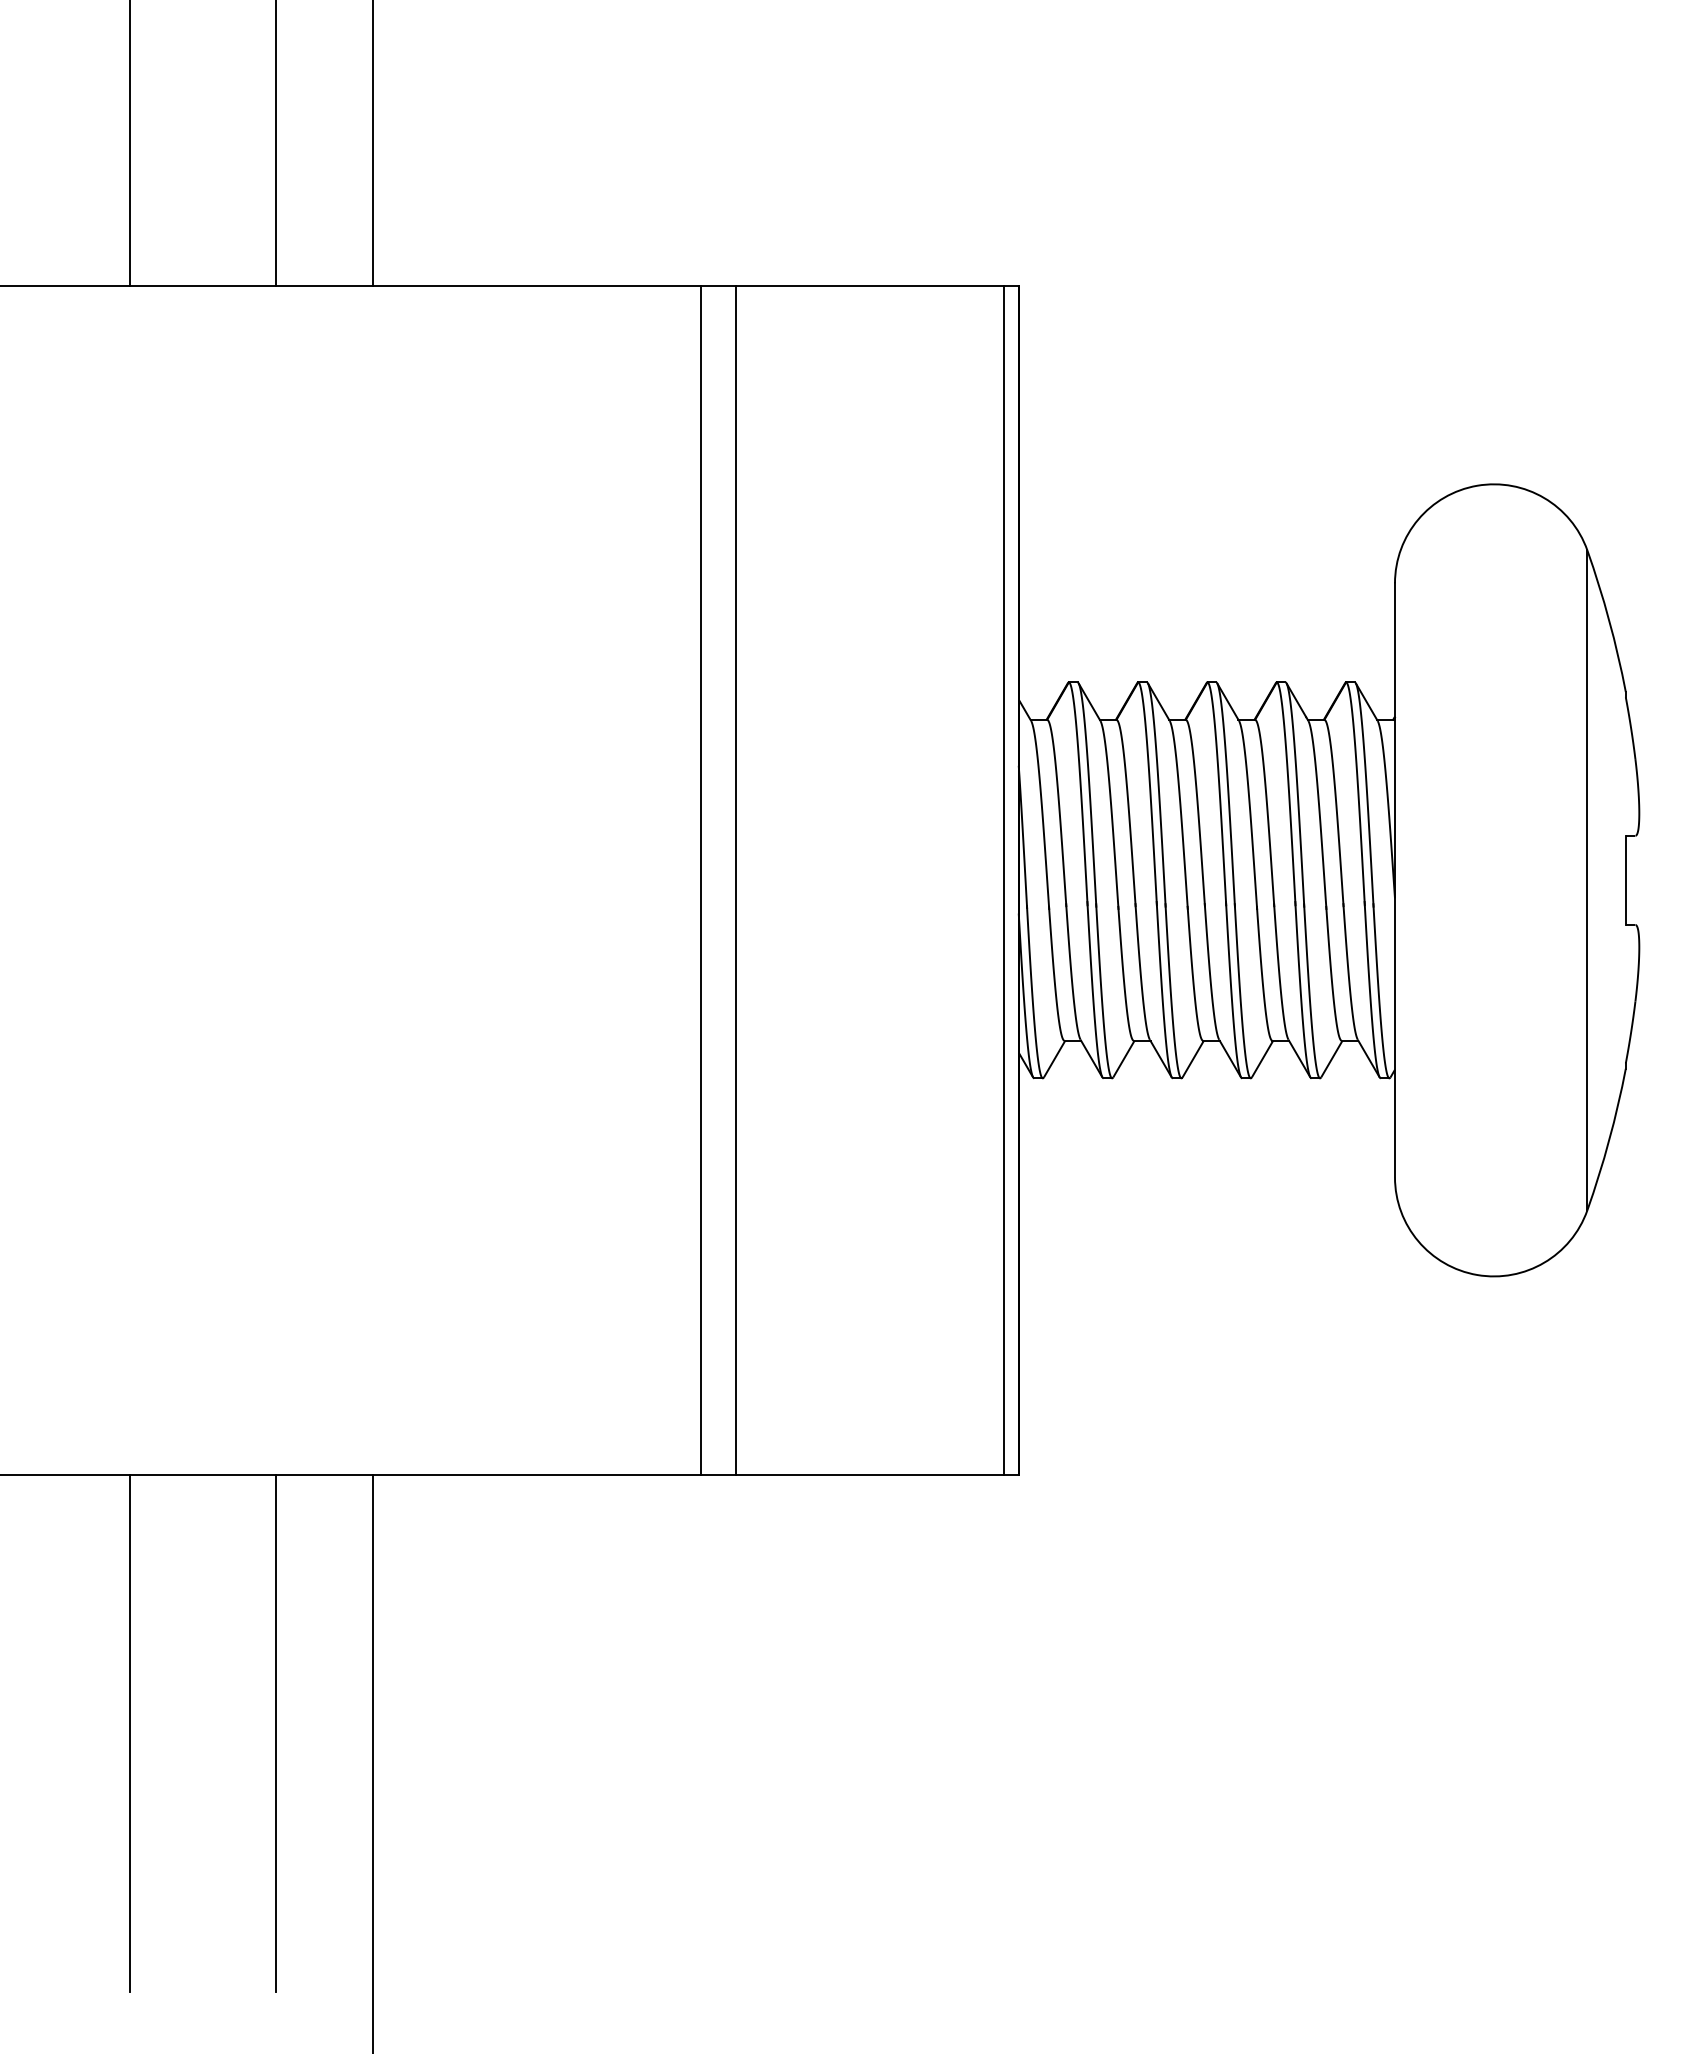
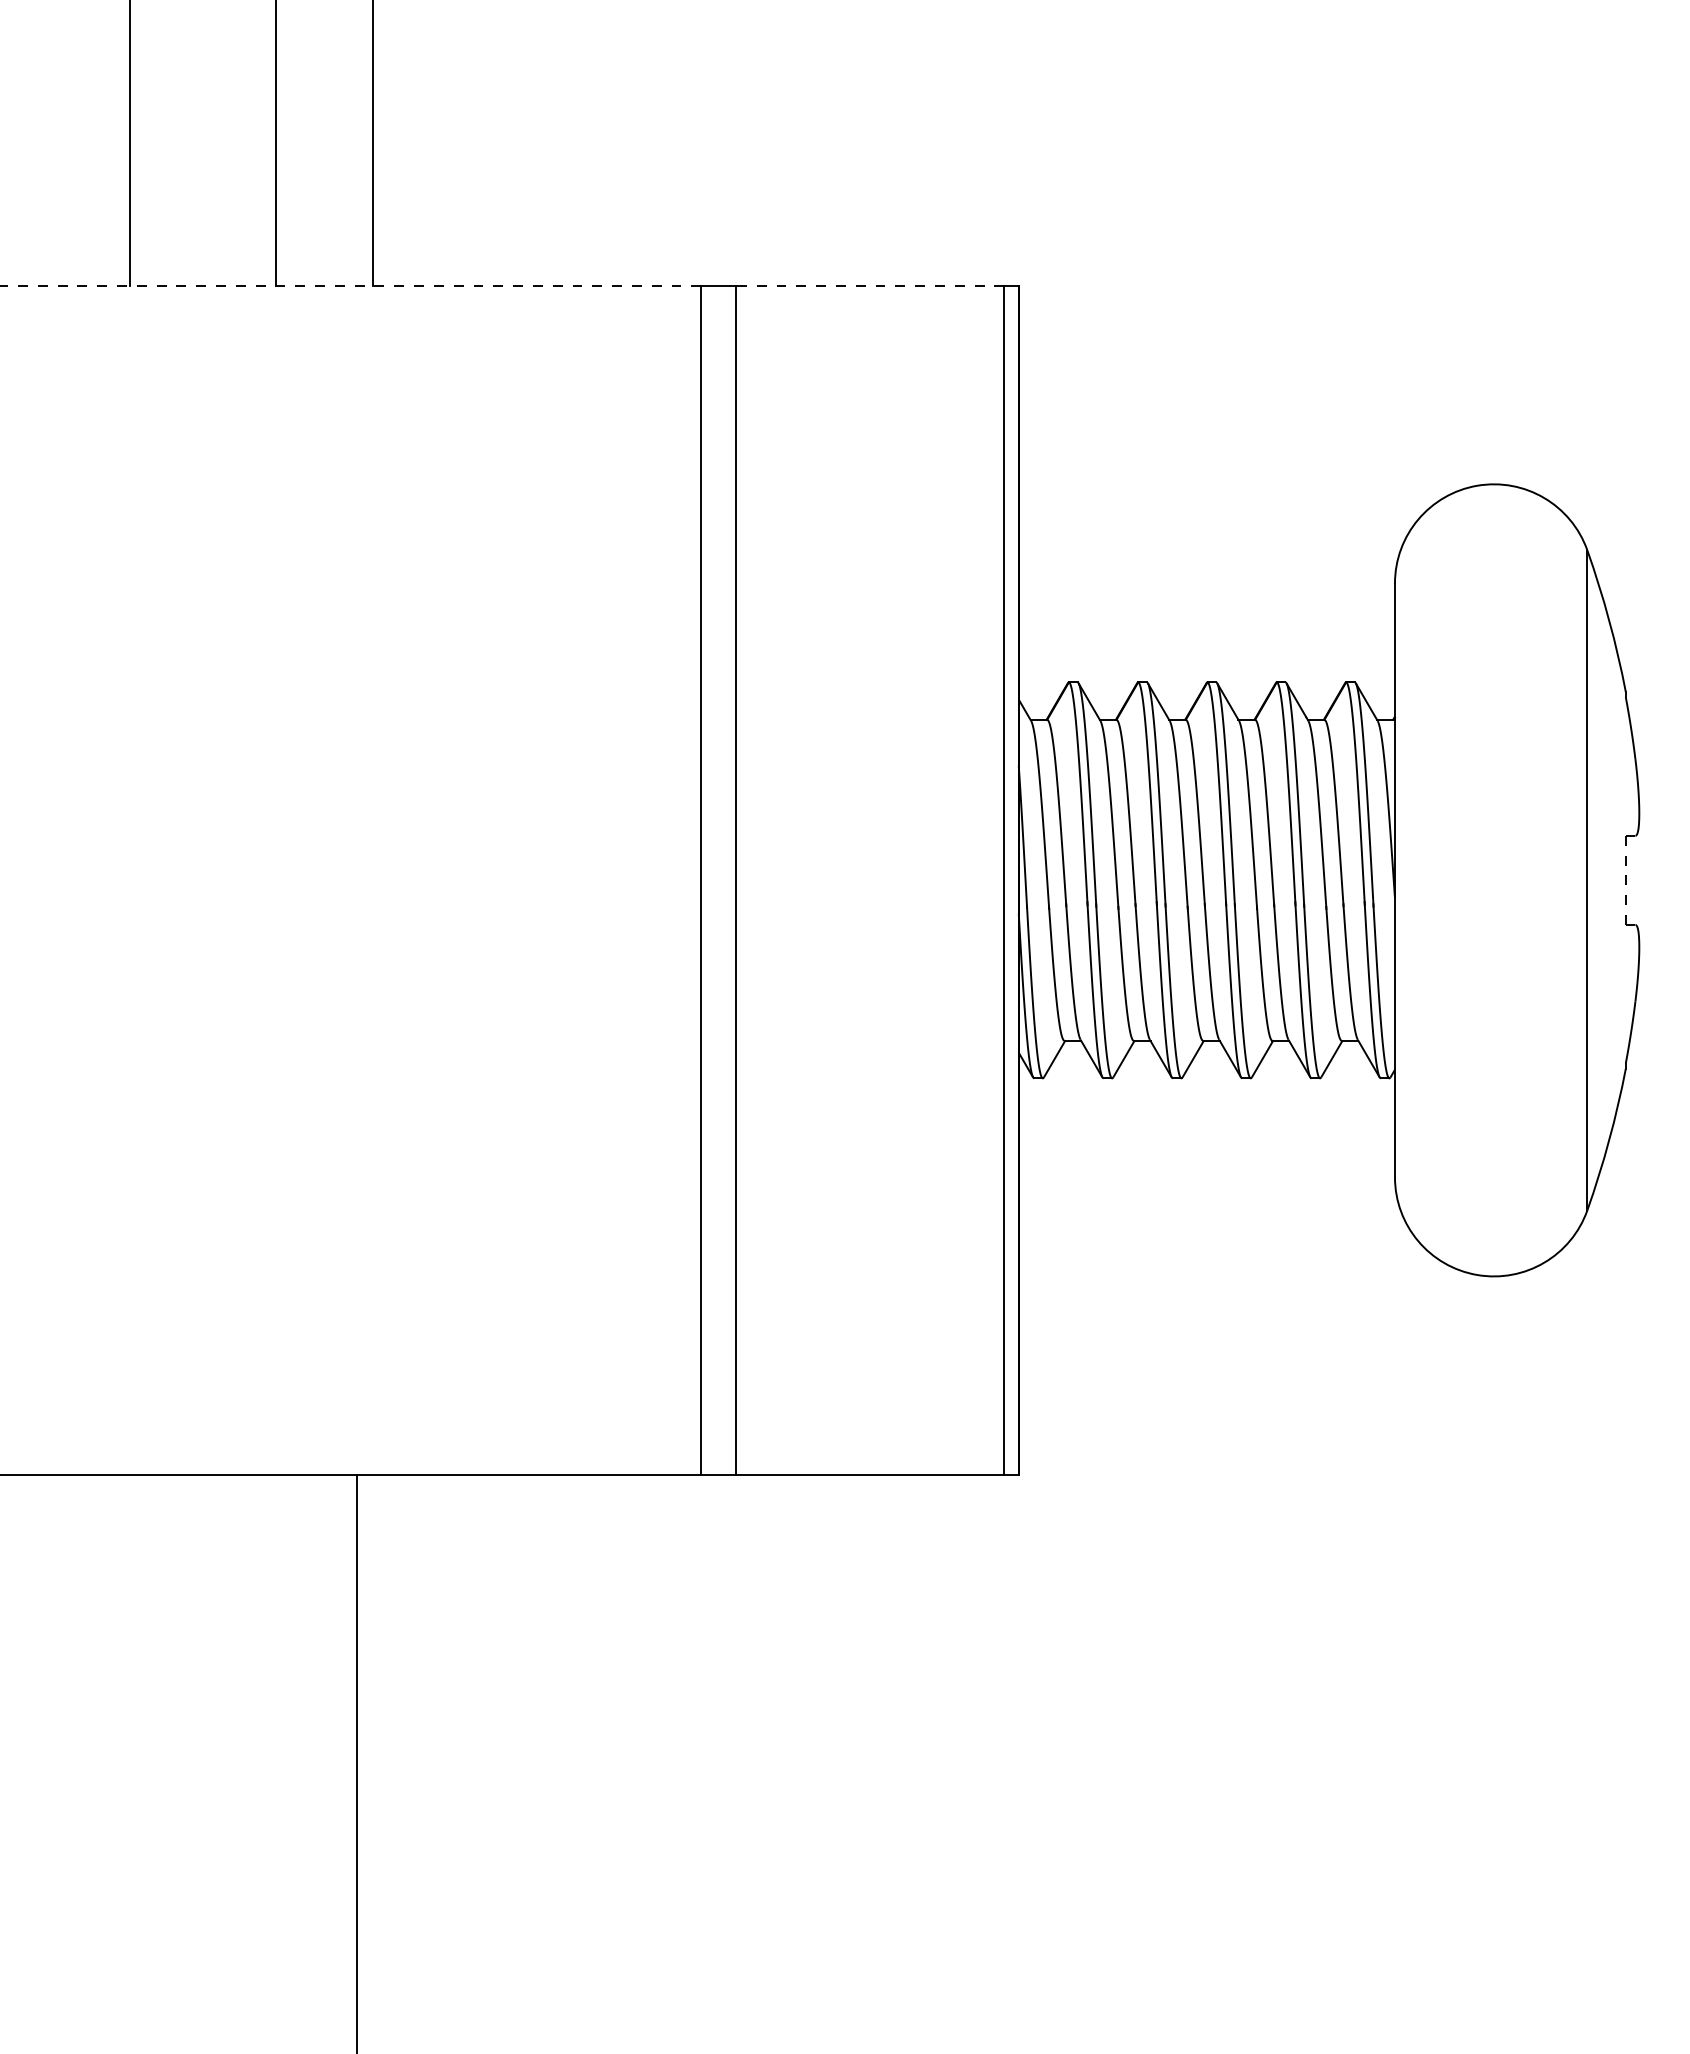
line at (350, 286): solid -> dashed
line at (869, 286): solid -> dashed
line at (1625, 880): solid -> dashed
line at (130, 1733): present -> none
line at (276, 1733): present -> none
line at (373, 1762) position: (373, 1762) -> (357, 1762)
